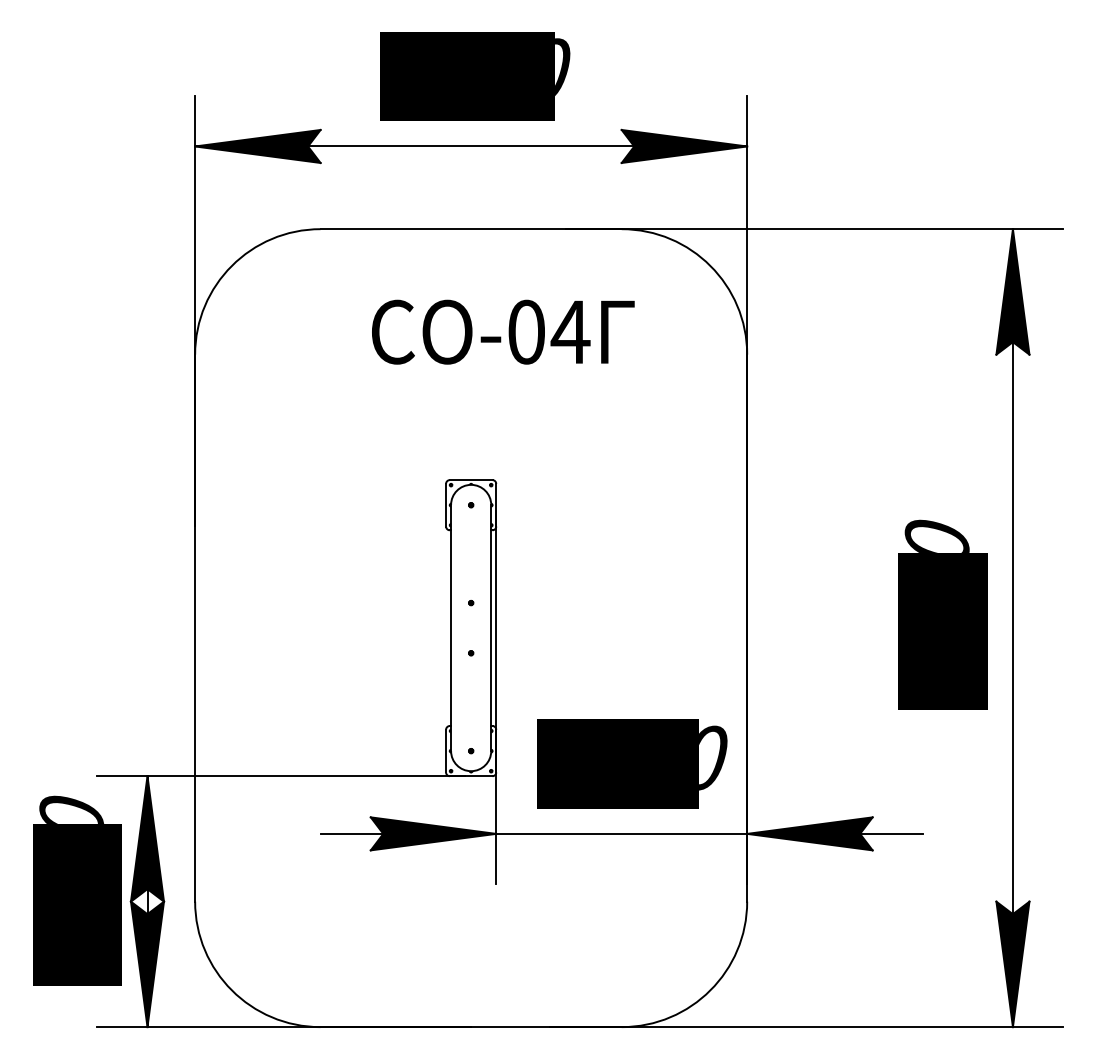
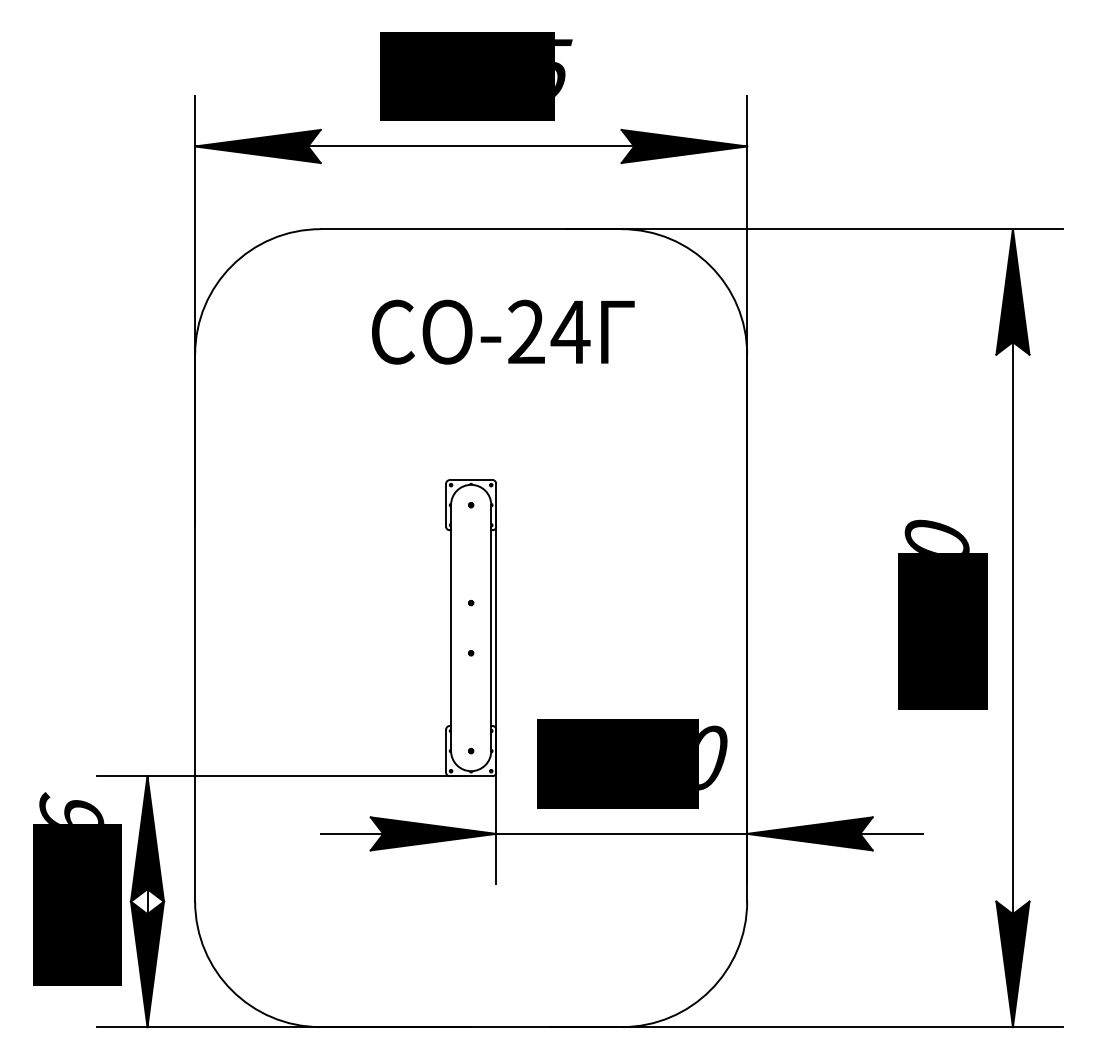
text at (563, 67): 2200 -> 2205
text at (526, 331): -04 -> -24
text at (71, 807): 1000 -> 1276
